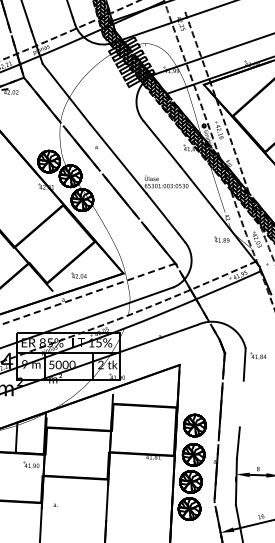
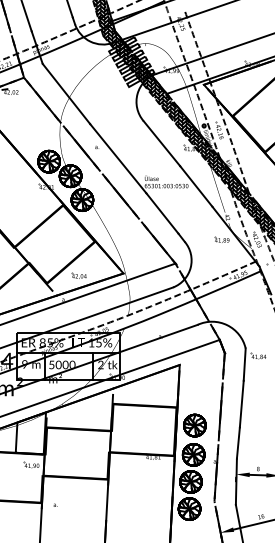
line at (87, 294): dashed -> solid
line at (110, 377): none -> present
line at (241, 403): none -> present
